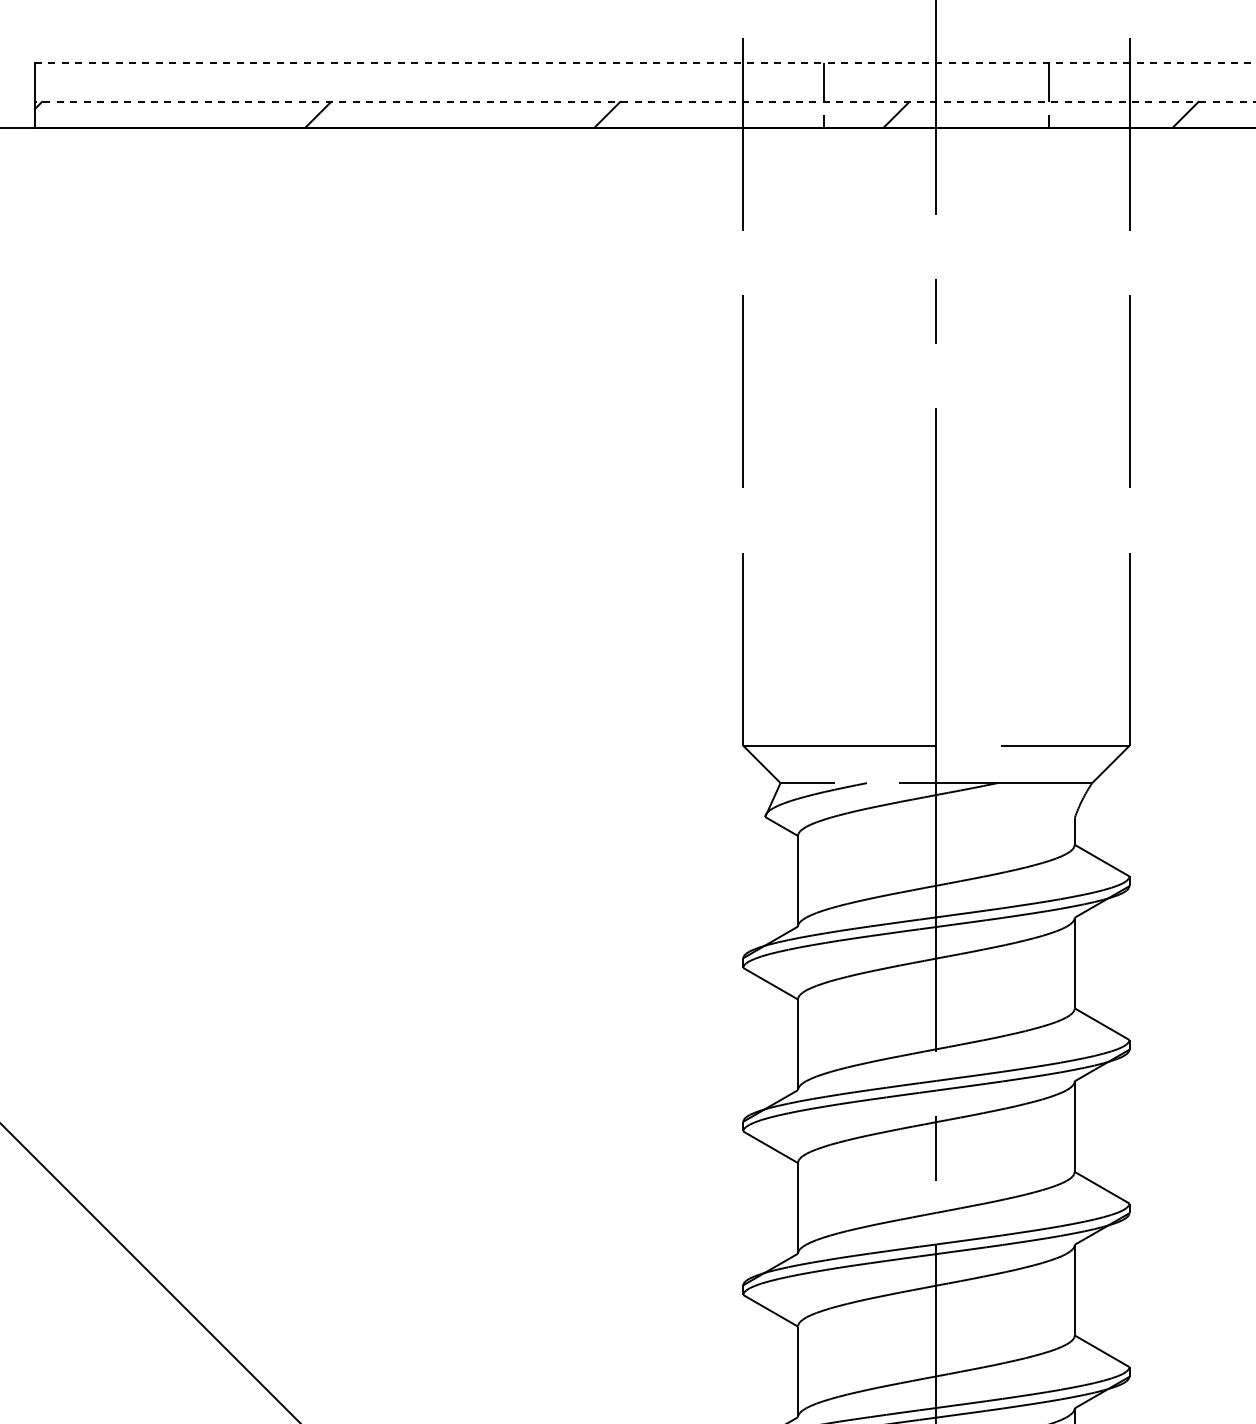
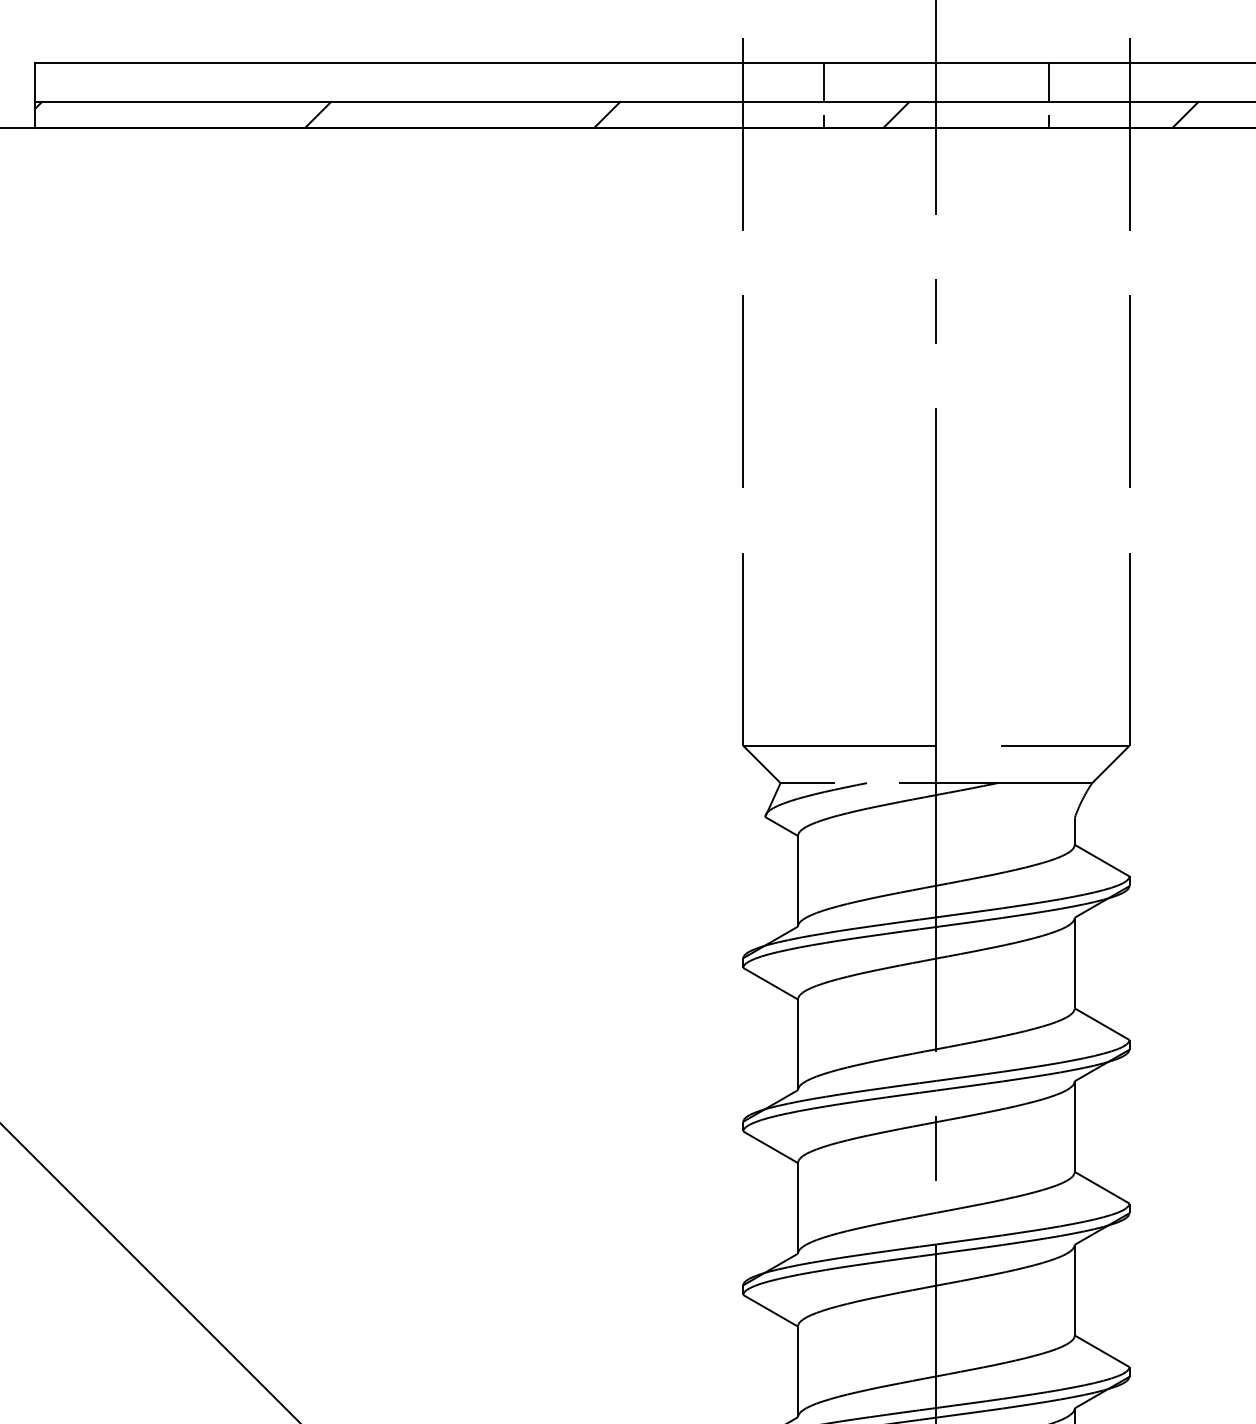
line at (645, 63): dashed -> solid
line at (644, 101): dashed -> solid
